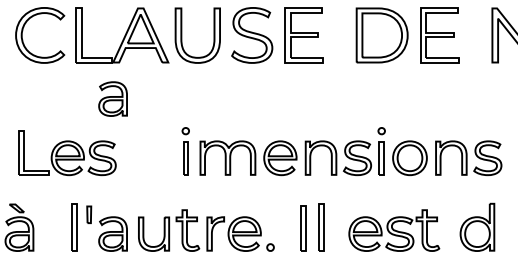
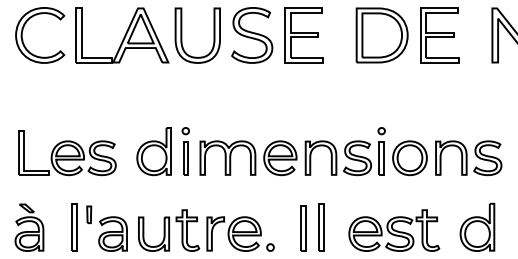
part at (112, 98): present -> none
part at (153, 151): none -> present
part at (19, 227) position: (19, 227) -> (29, 227)
